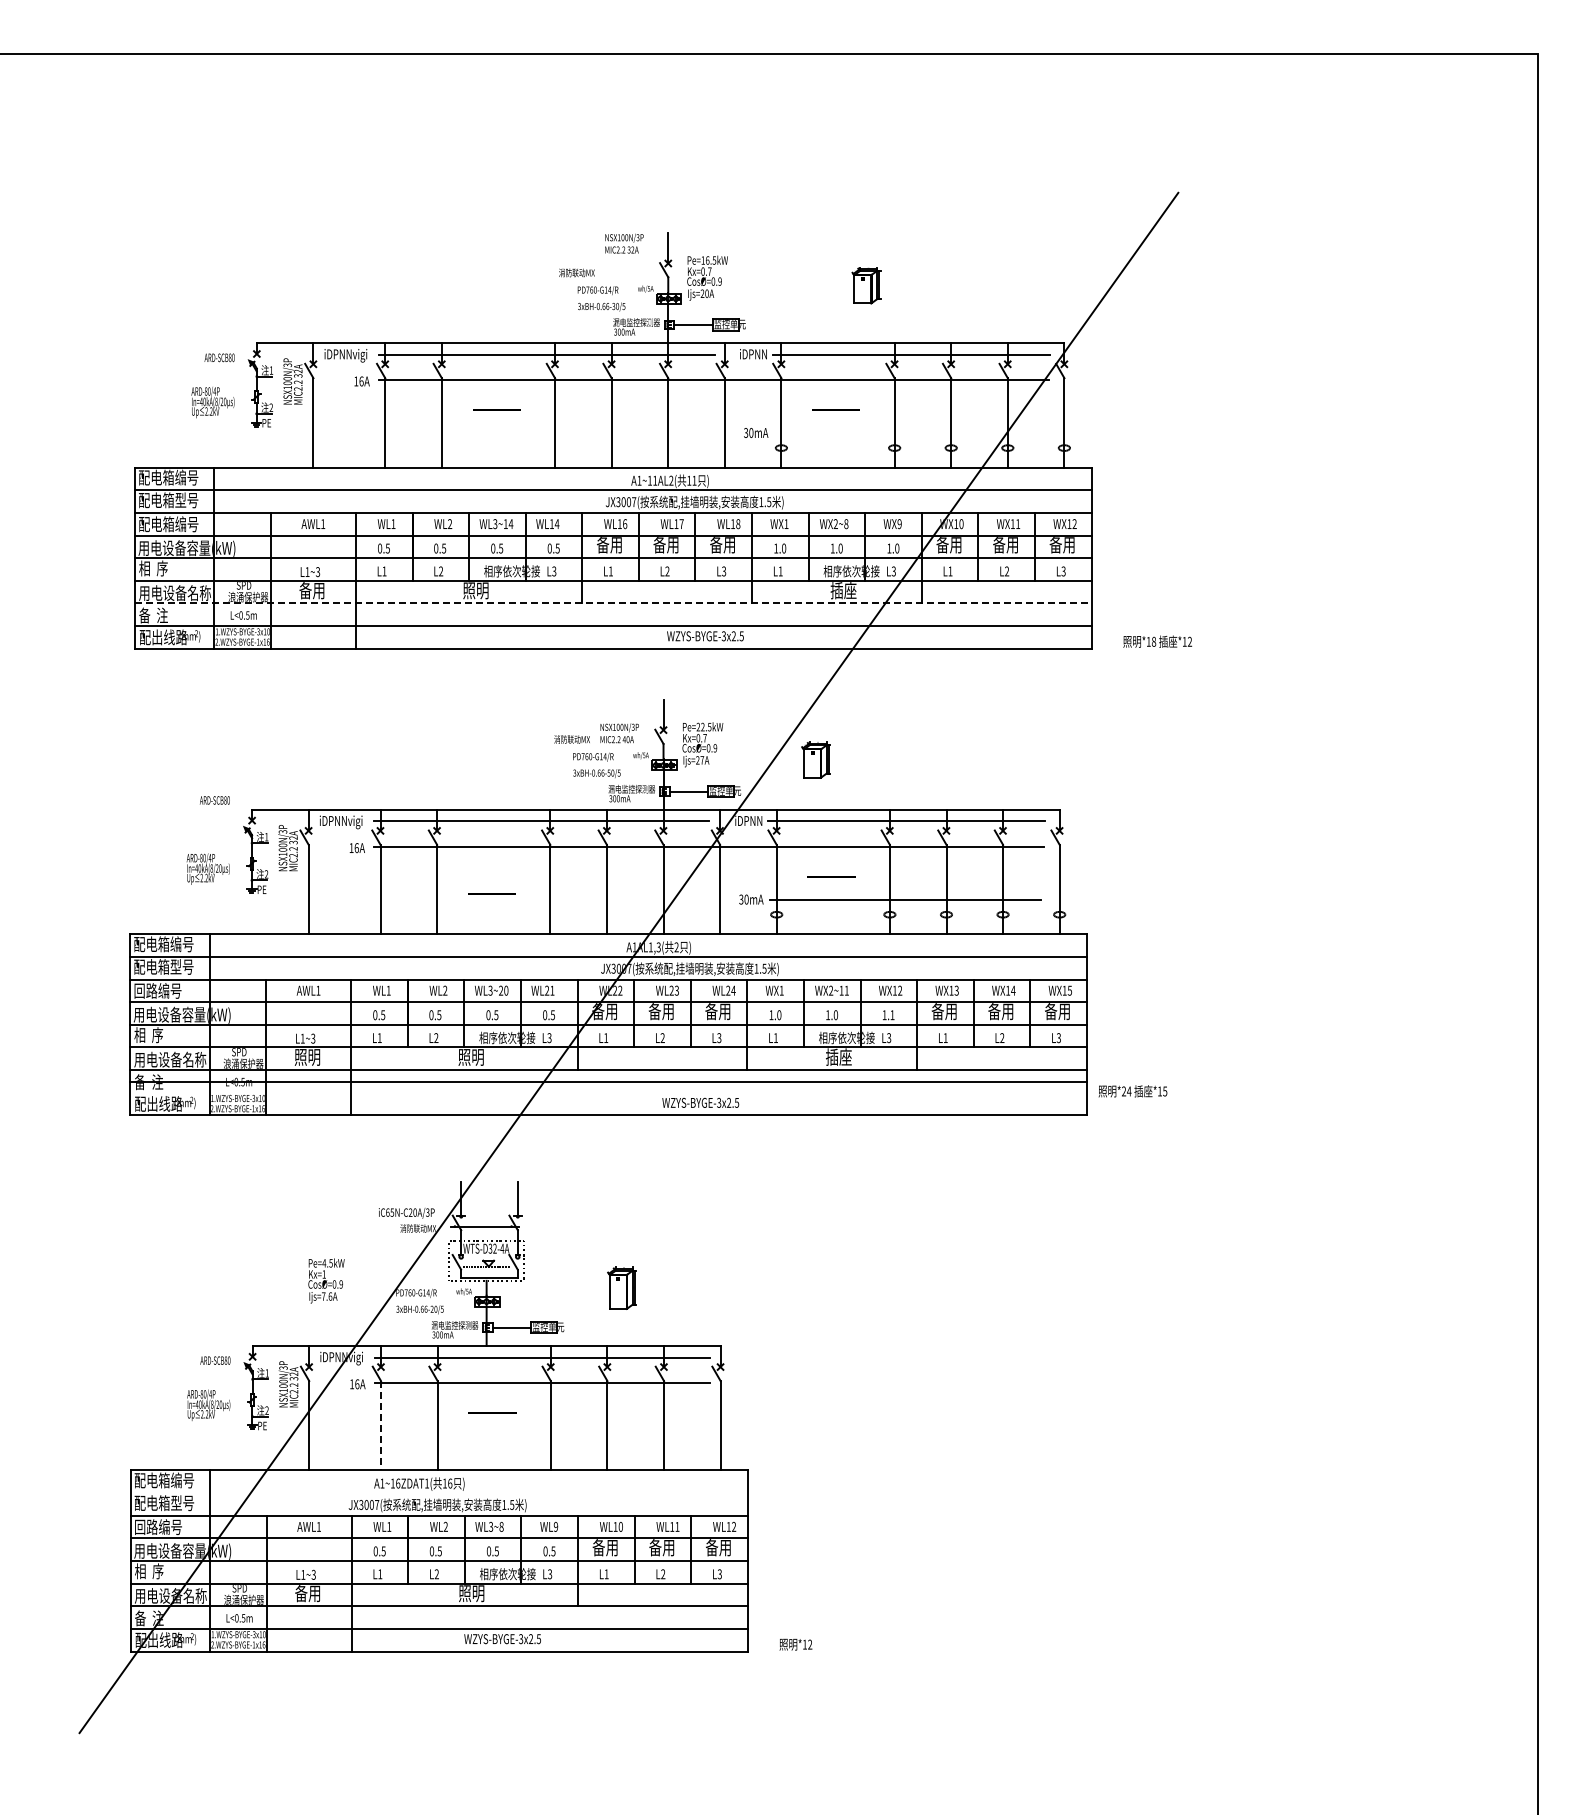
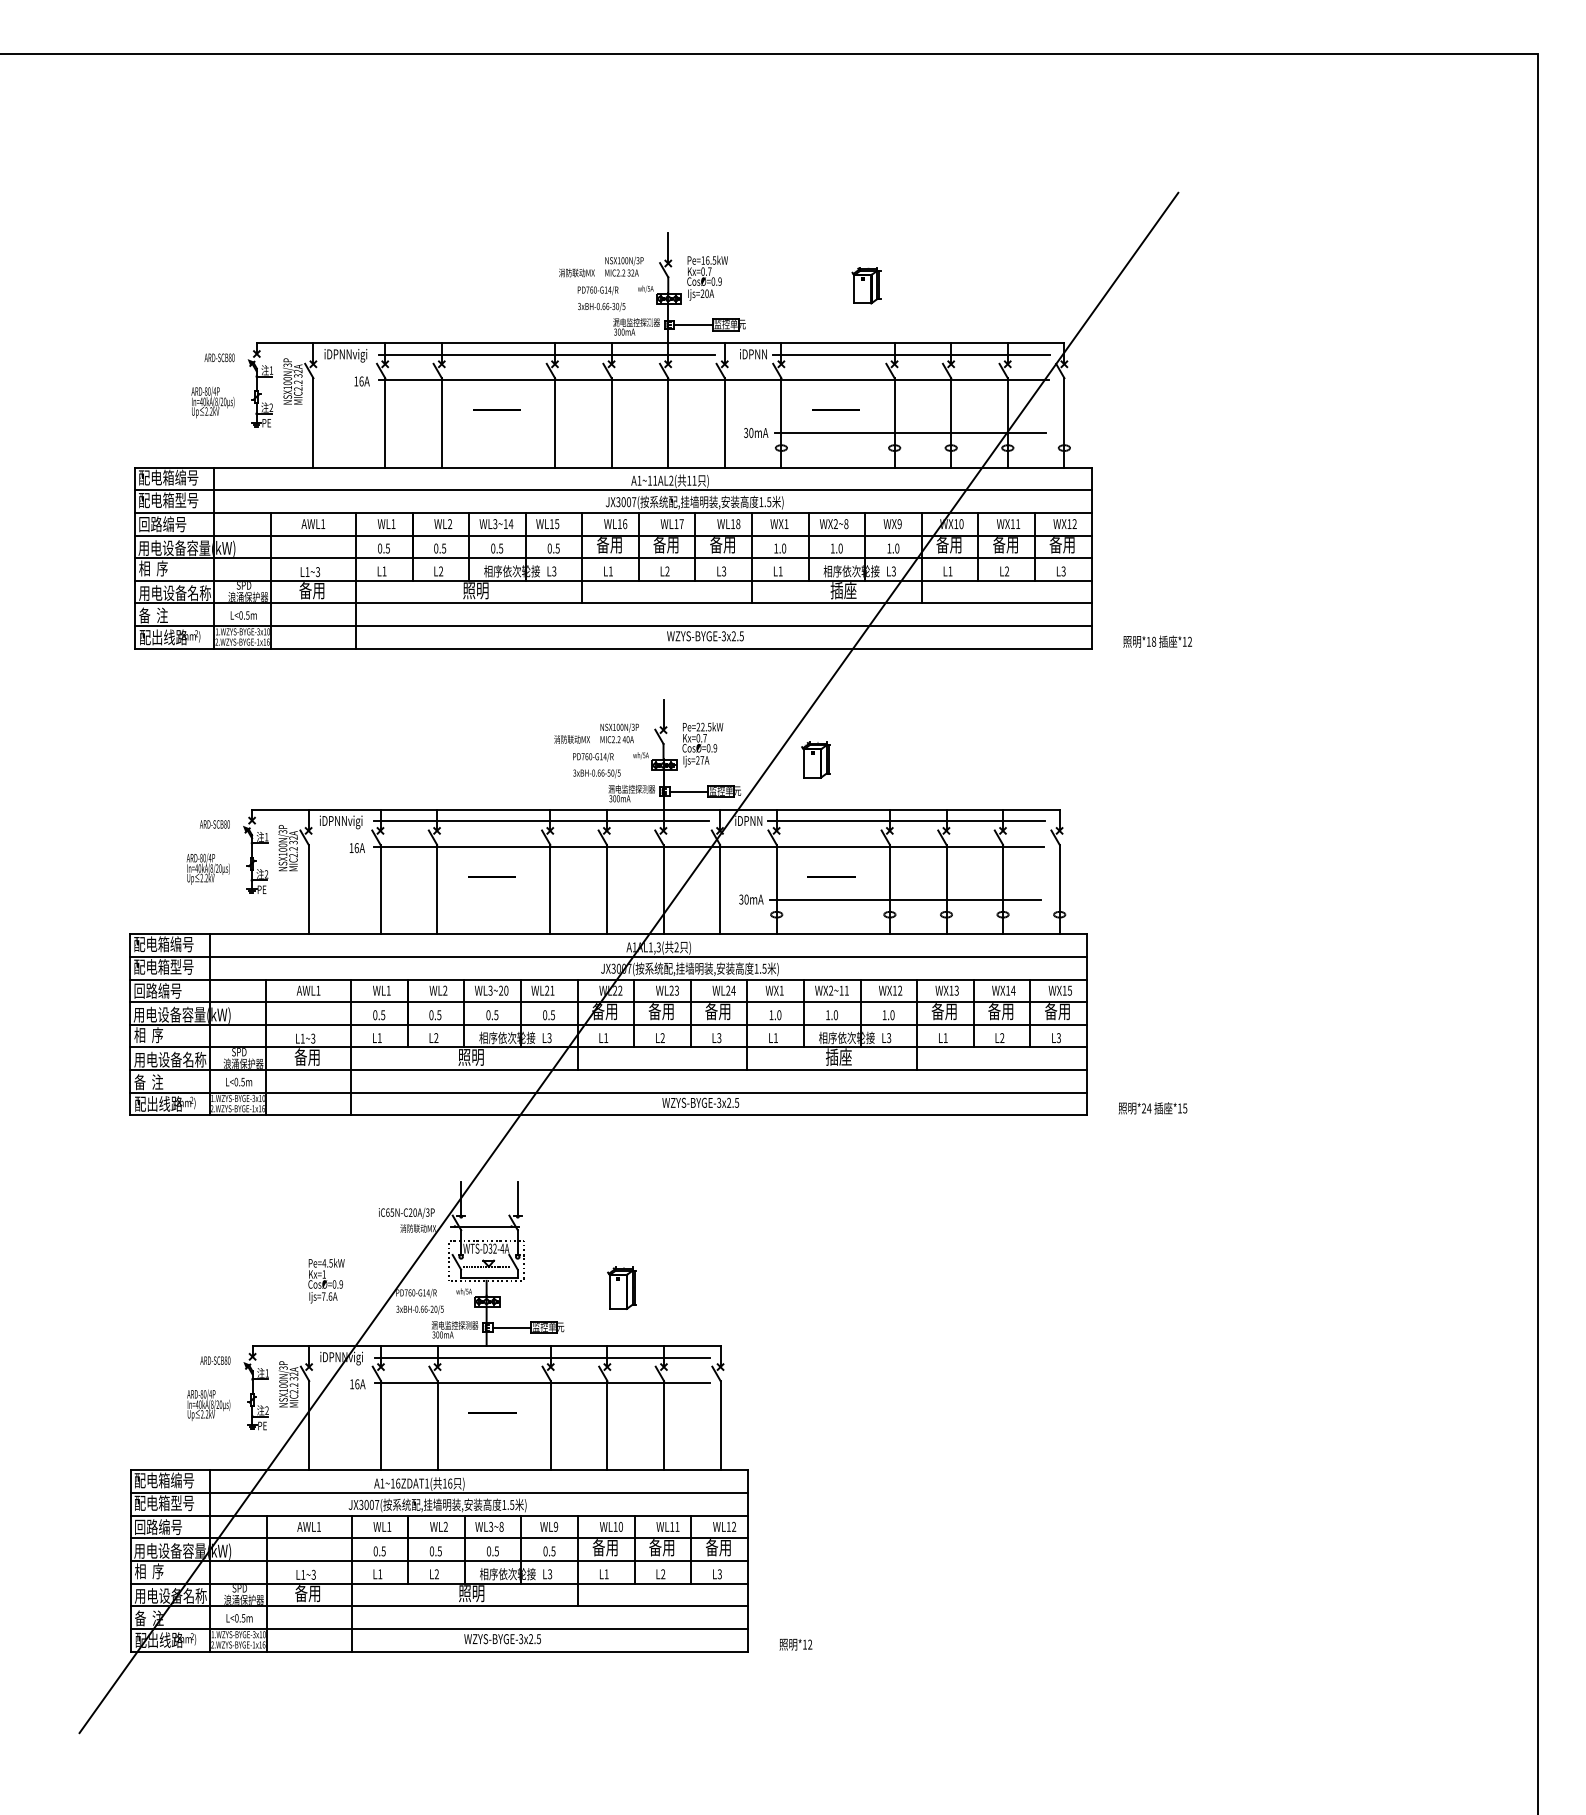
text at (624, 243) position: (624, 243) -> (624, 266)
line at (910, 433): none -> present
text at (168, 524): 配电箱编号 -> 回路编号
text at (556, 524): WL14 -> WL15
line at (613, 603): dashed -> solid
text at (214, 800) position: (214, 800) -> (214, 824)
line at (491, 893) position: (491, 893) -> (491, 876)
text at (892, 1015): 1.1 -> 1.0
text at (307, 1056): 照明 -> 备用
line at (608, 1081) position: (608, 1081) -> (608, 1092)
text at (1132, 1091) position: (1132, 1091) -> (1152, 1108)
line at (381, 1425): dashed -> solid
line at (438, 1493): none -> present
